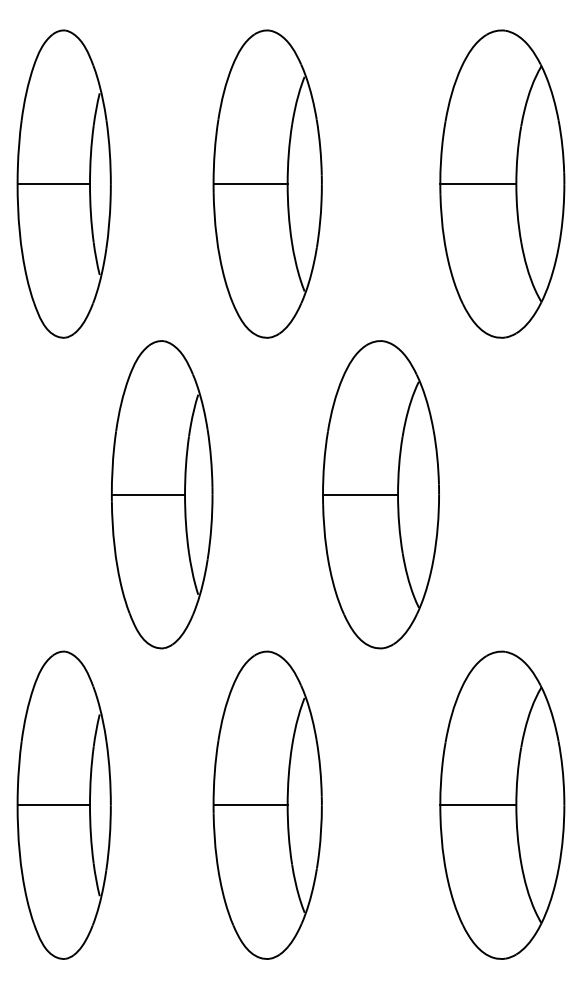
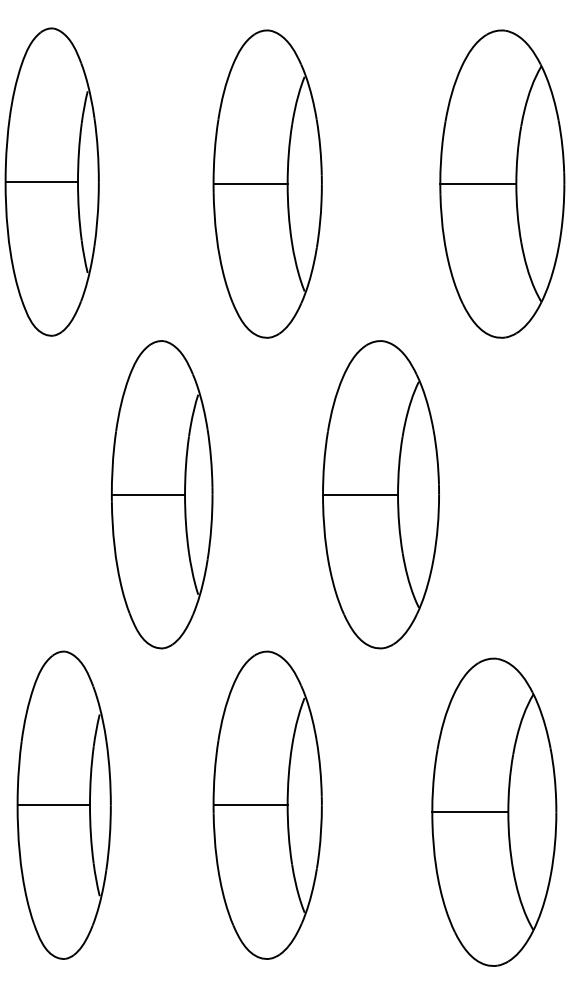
part at (63, 183) position: (63, 183) -> (51, 181)
part at (502, 804) position: (502, 804) -> (494, 811)
